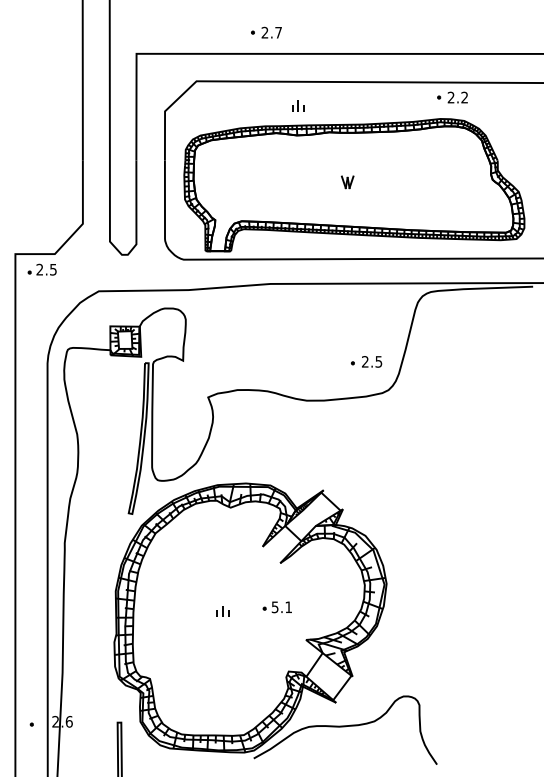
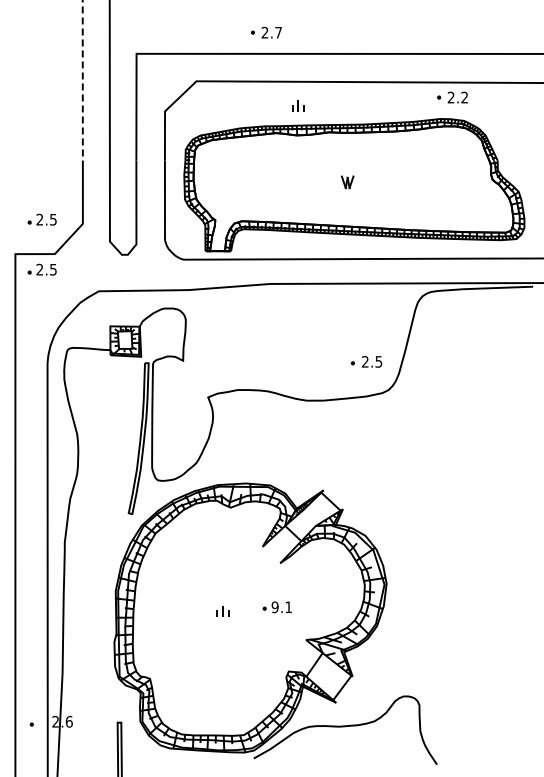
line at (82, 80): solid -> dashed
part at (41, 219): none -> present
text at (274, 606): 5.1 -> 9.1
